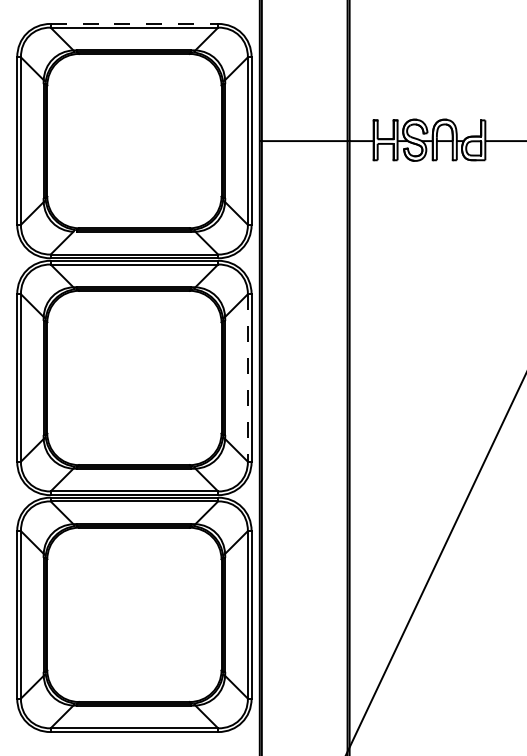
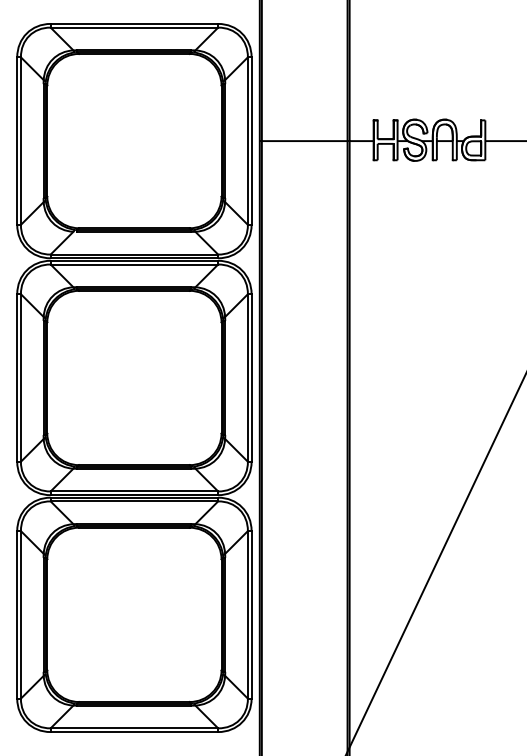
line at (134, 23): dashed -> solid
line at (247, 377): dashed -> solid
